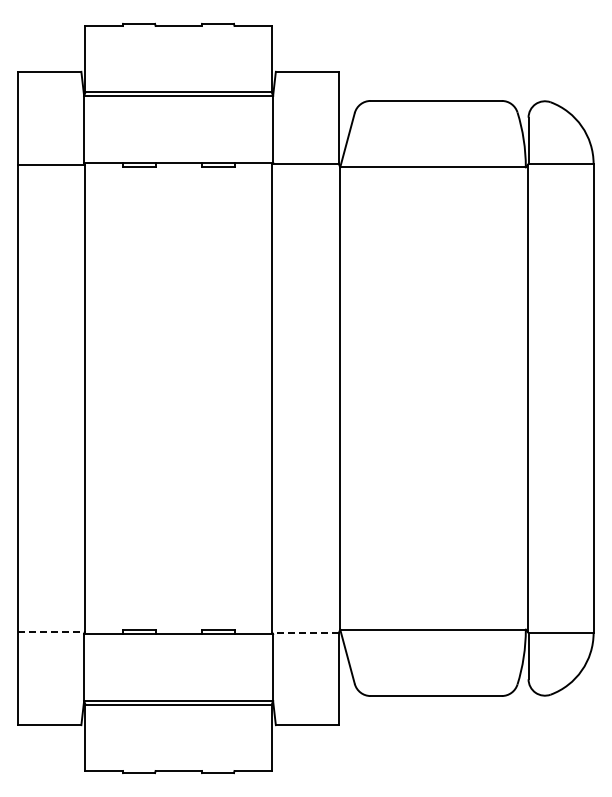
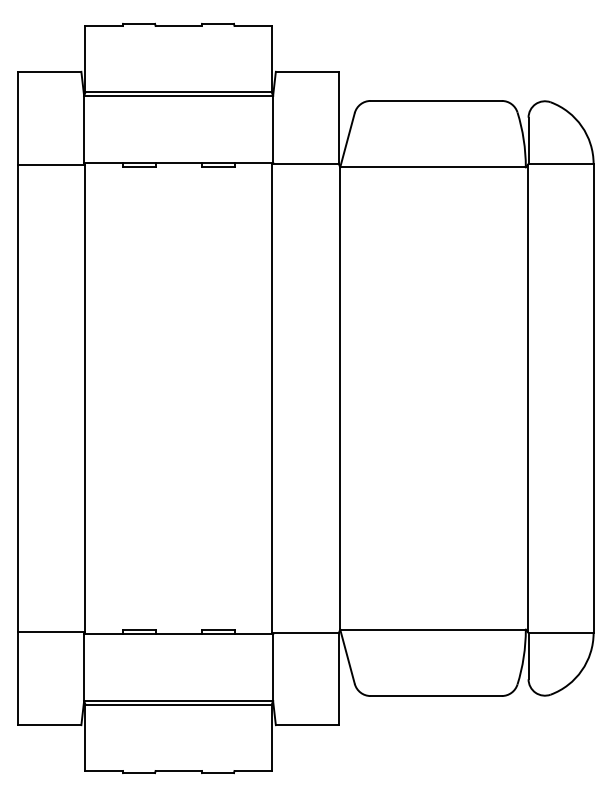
line at (52, 632): dashed -> solid
line at (305, 633): dashed -> solid
